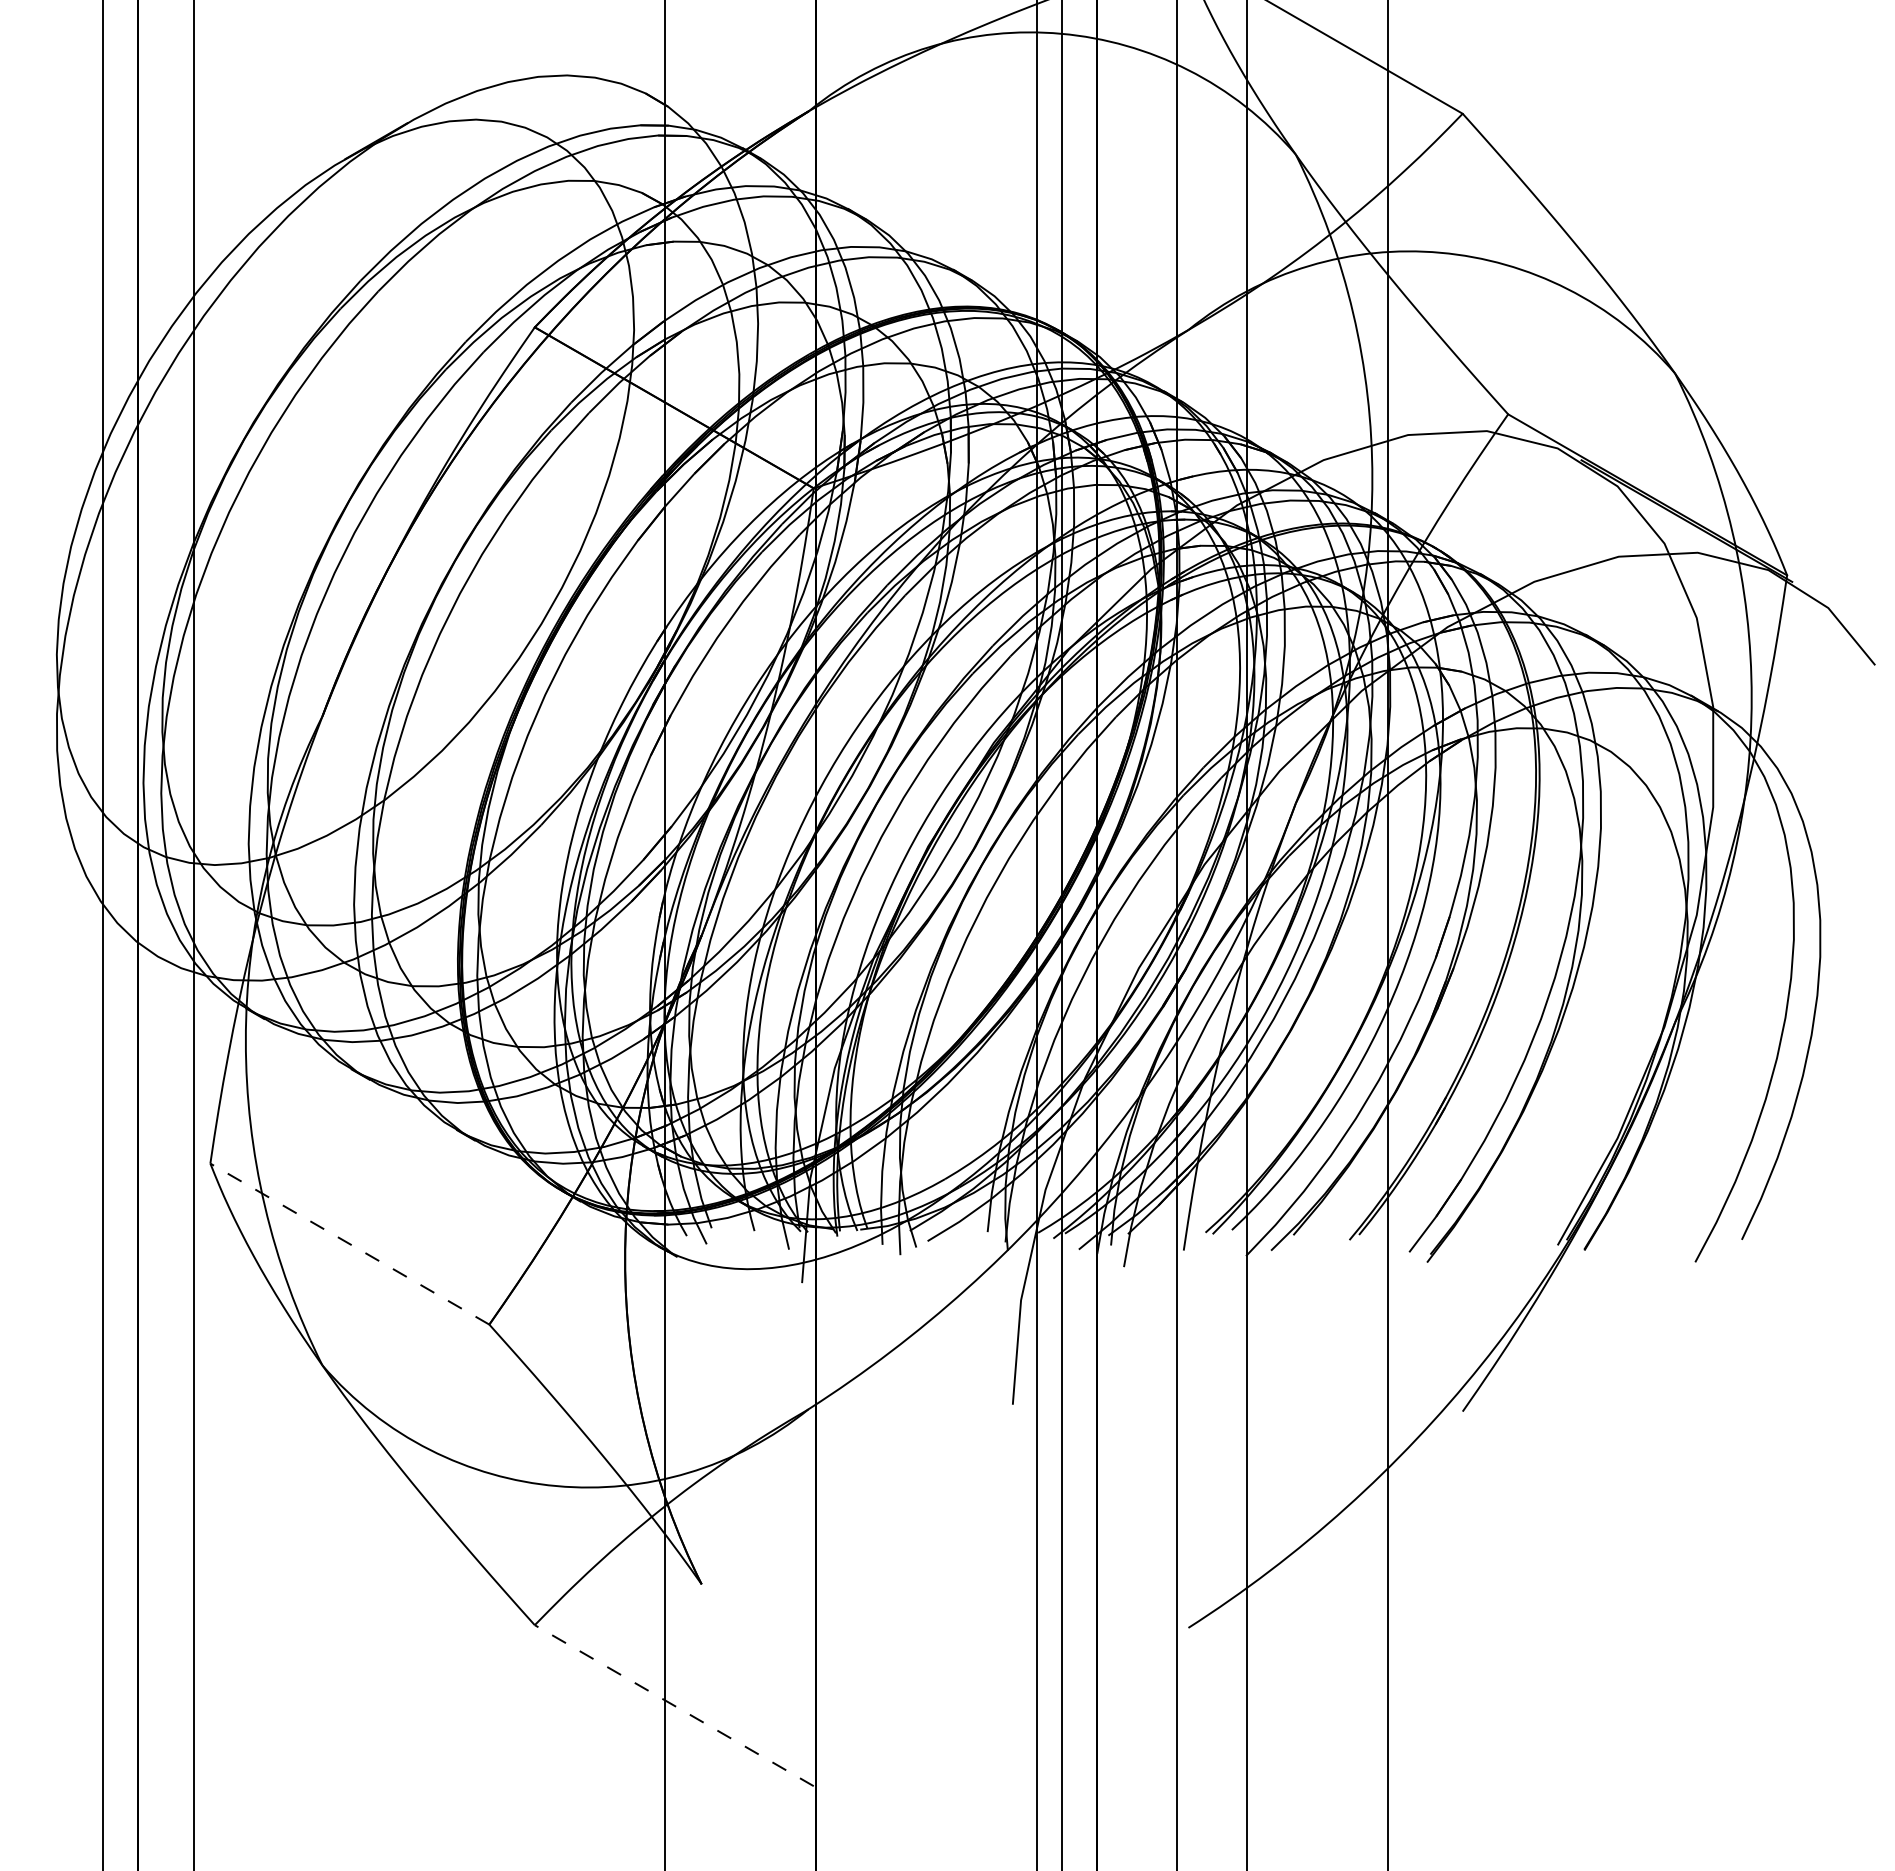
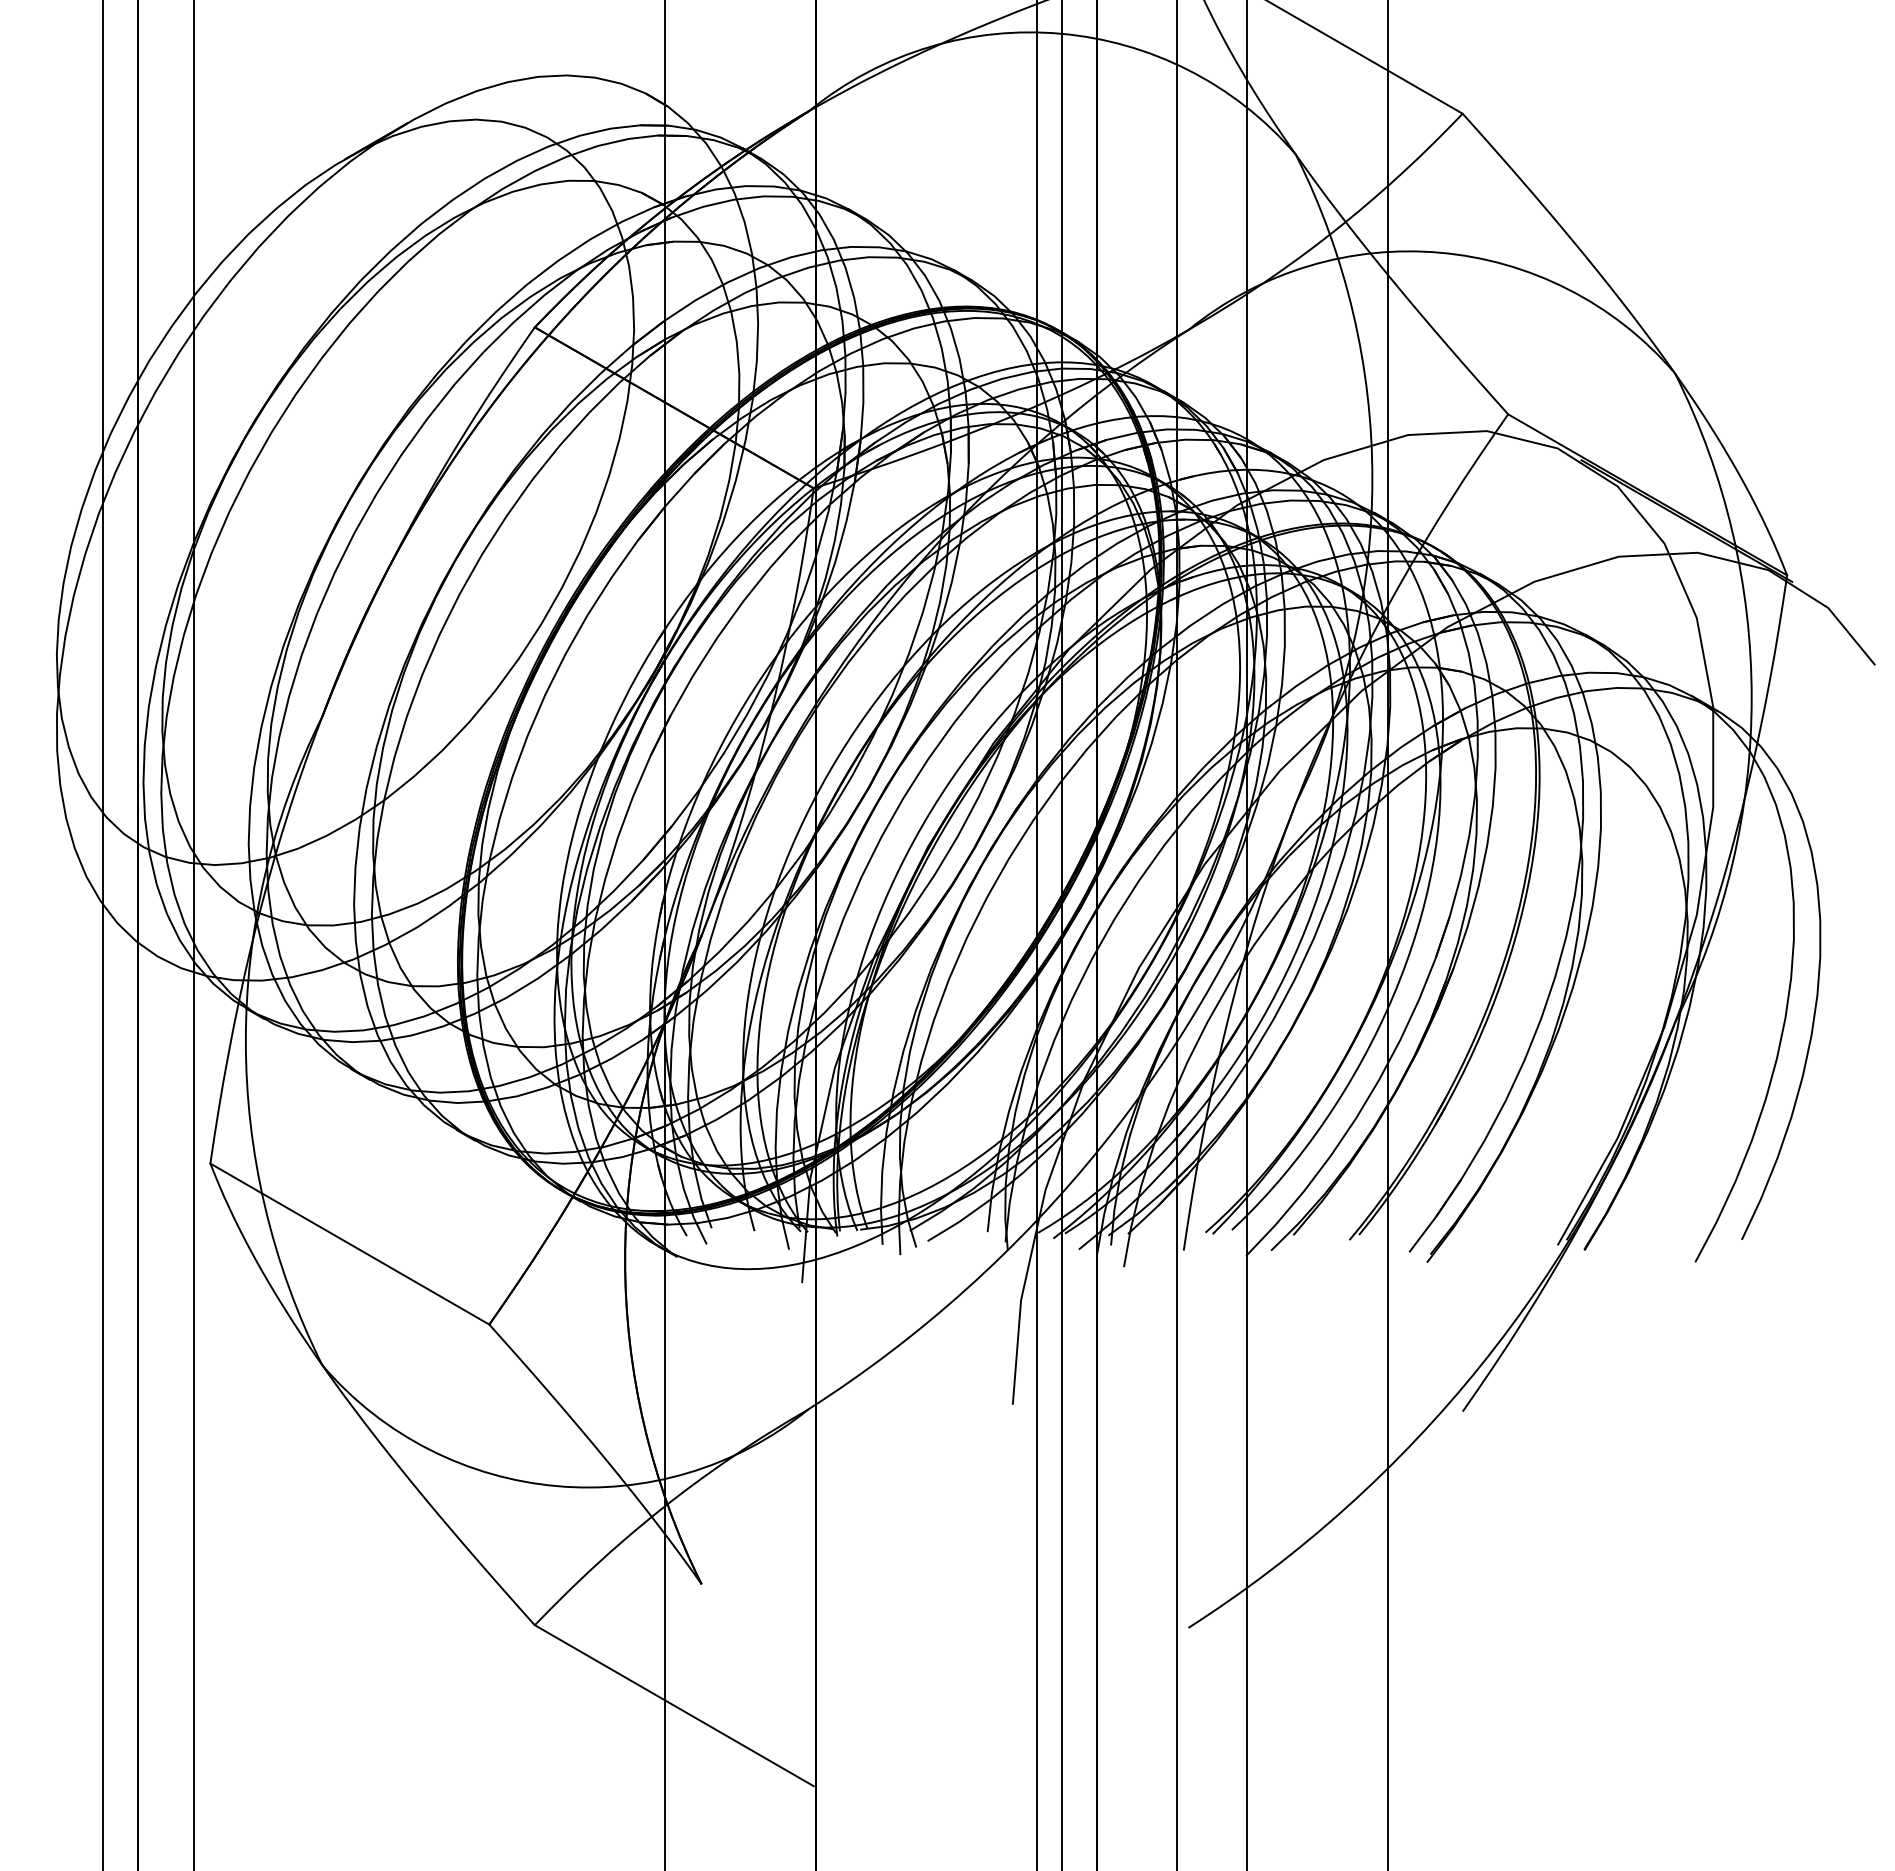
line at (349, 1243): dashed -> solid
line at (673, 1705): dashed -> solid
